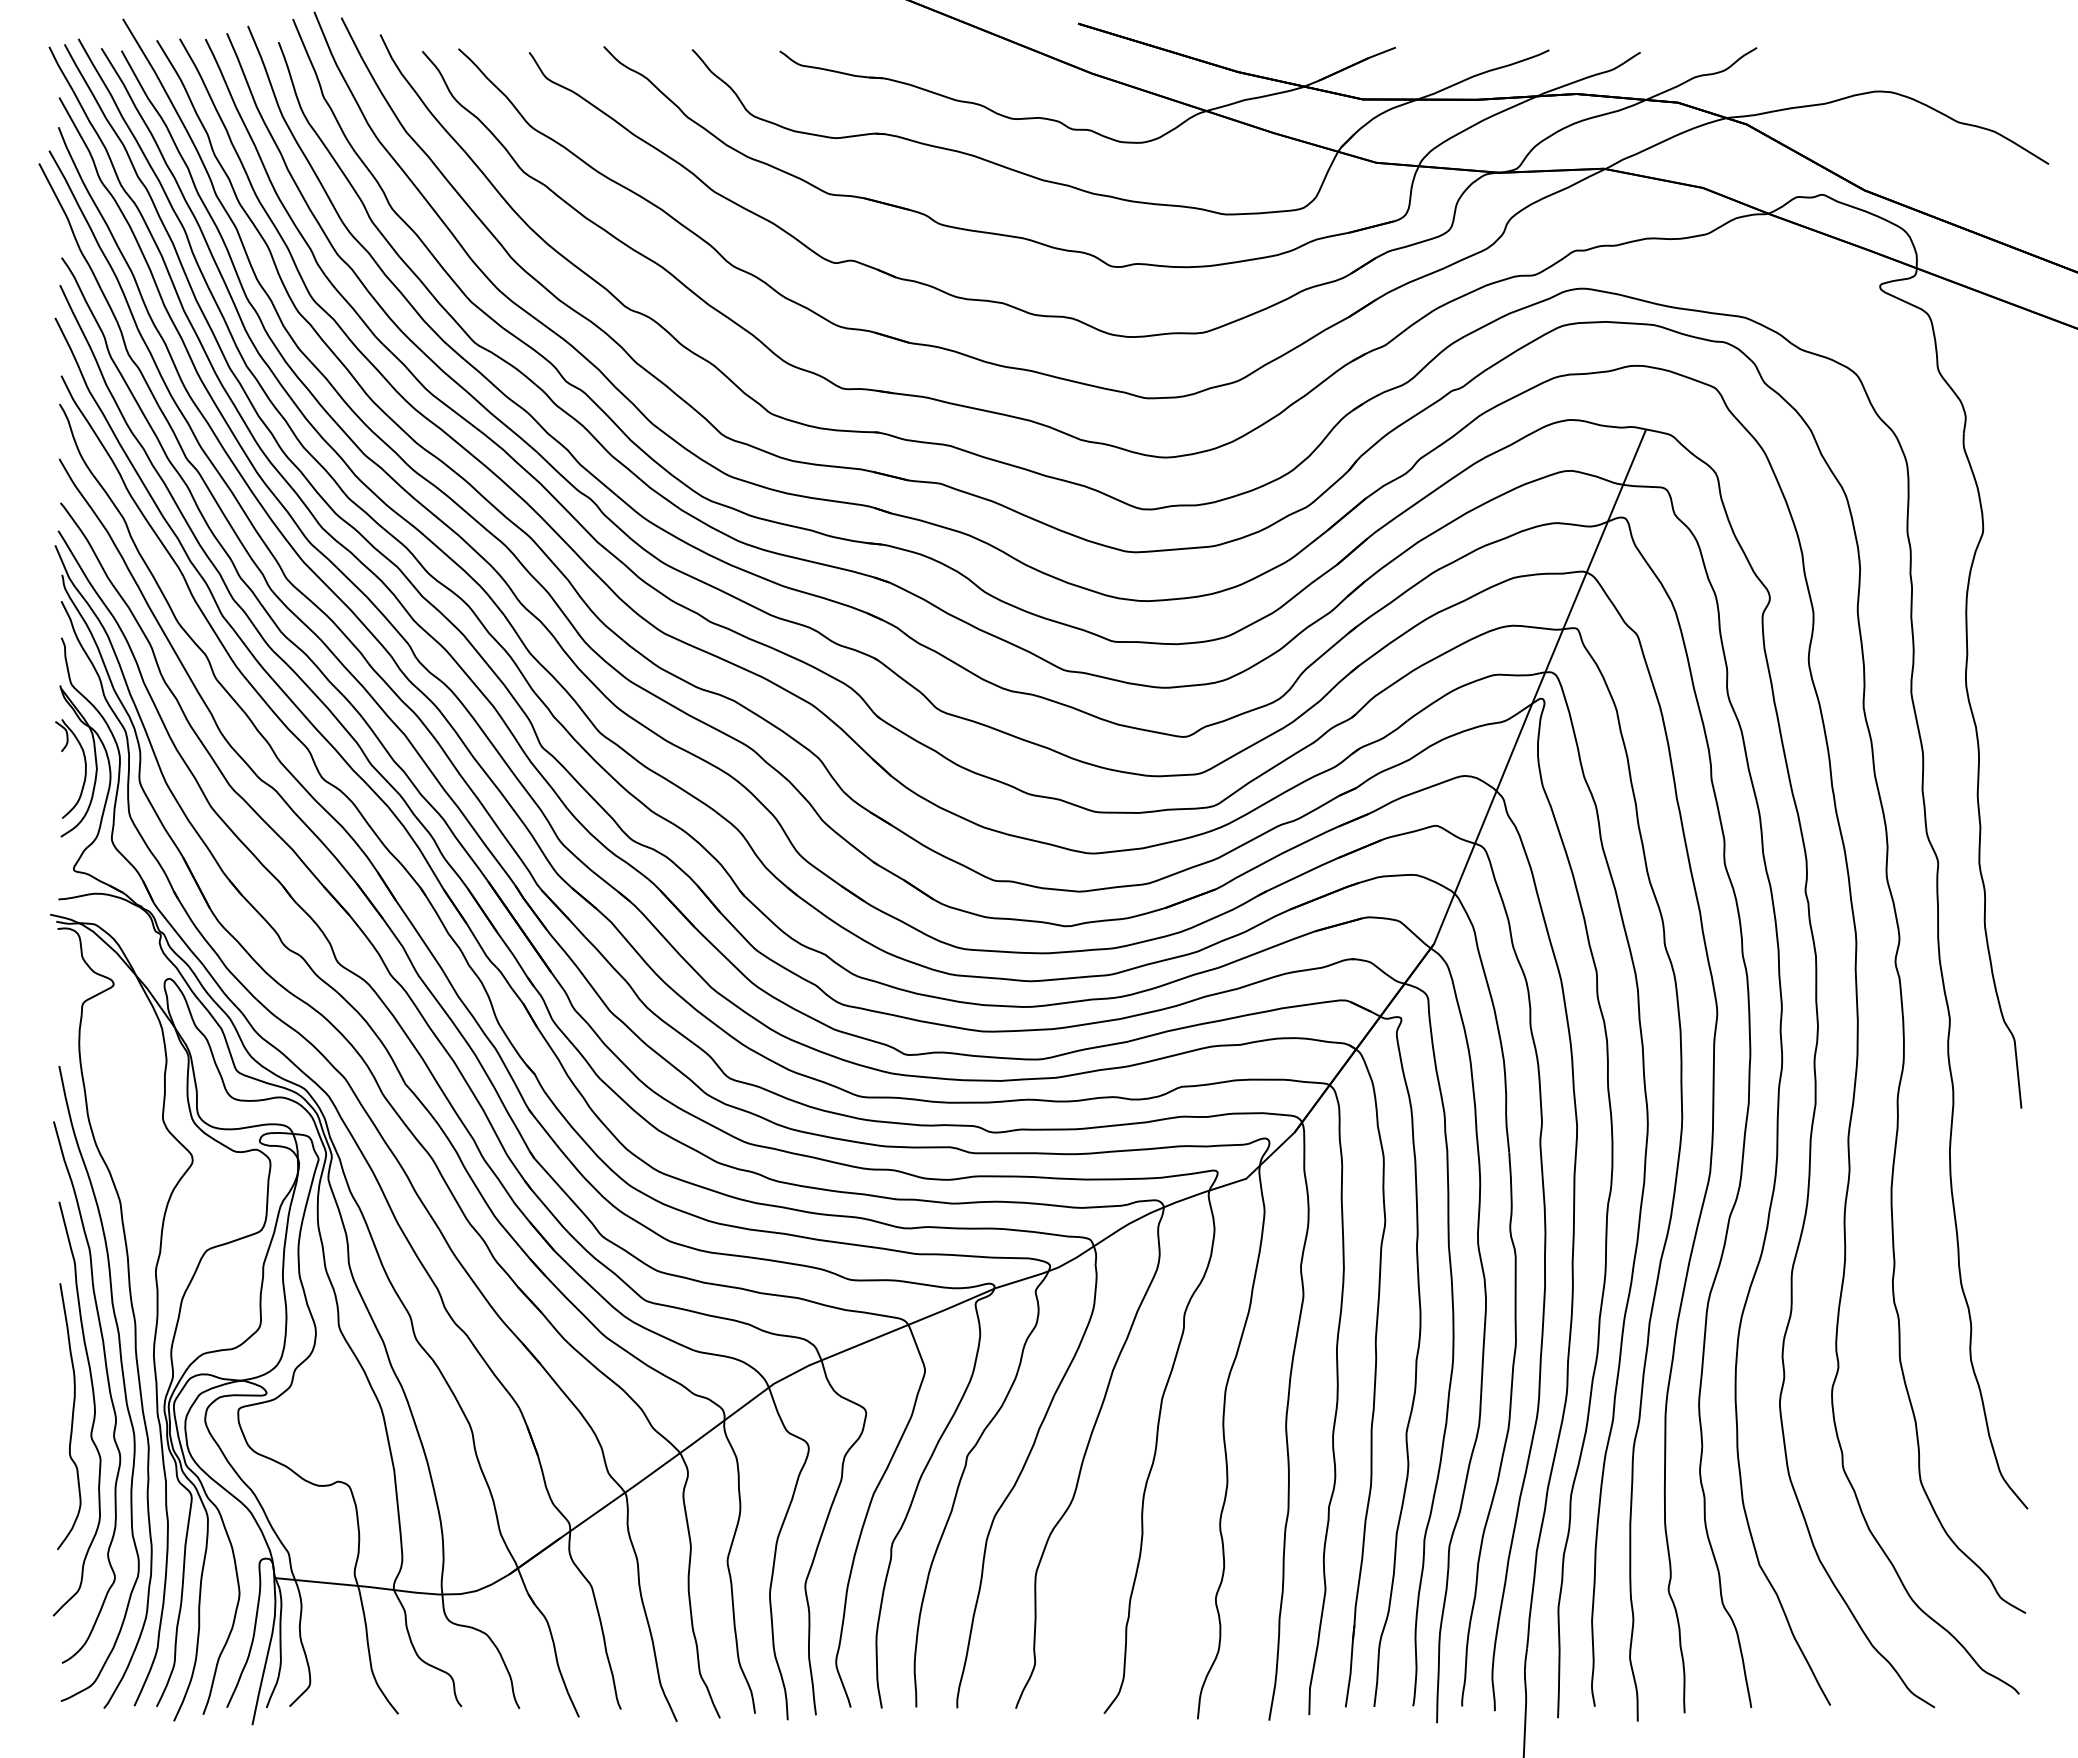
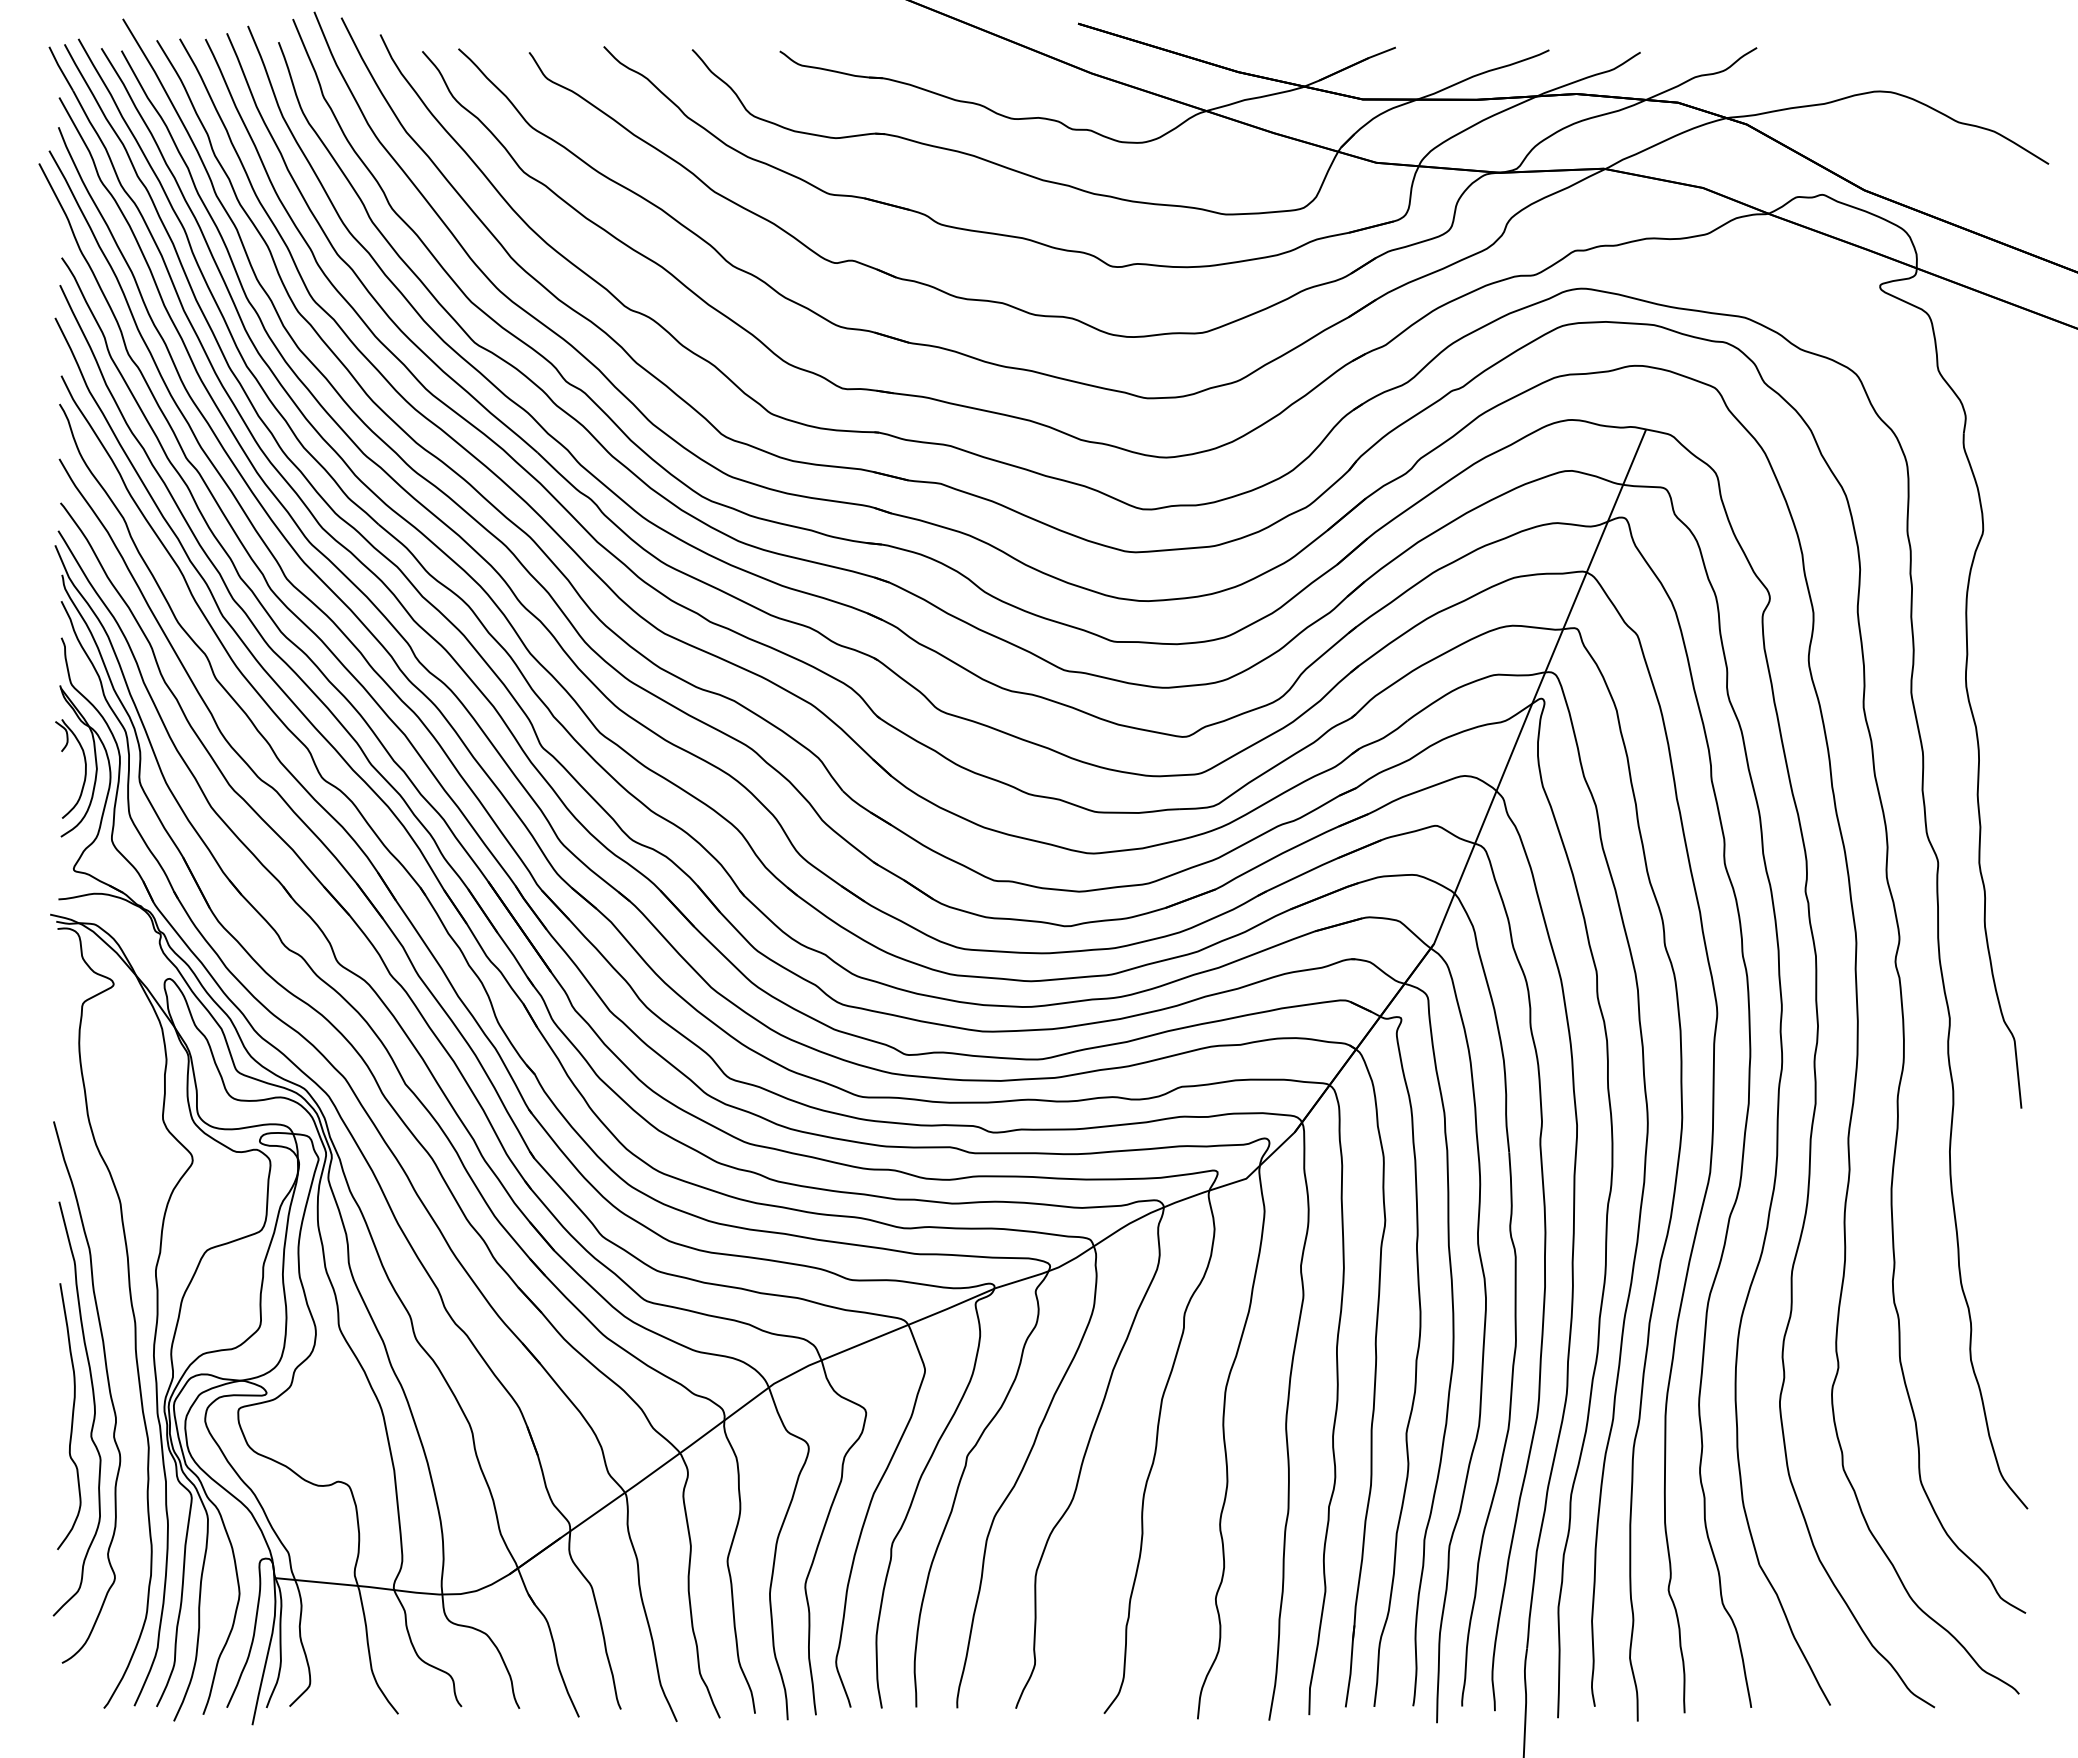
curve at (122, 1380): present -> none
